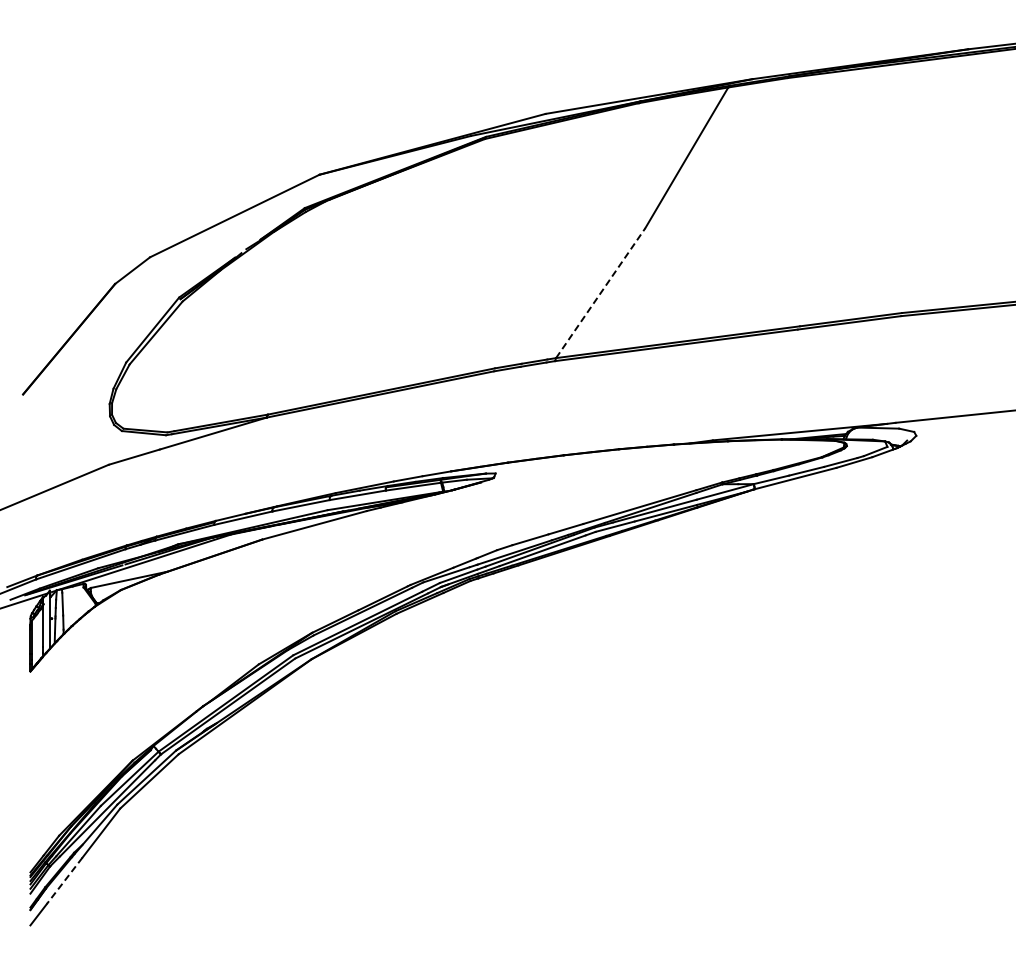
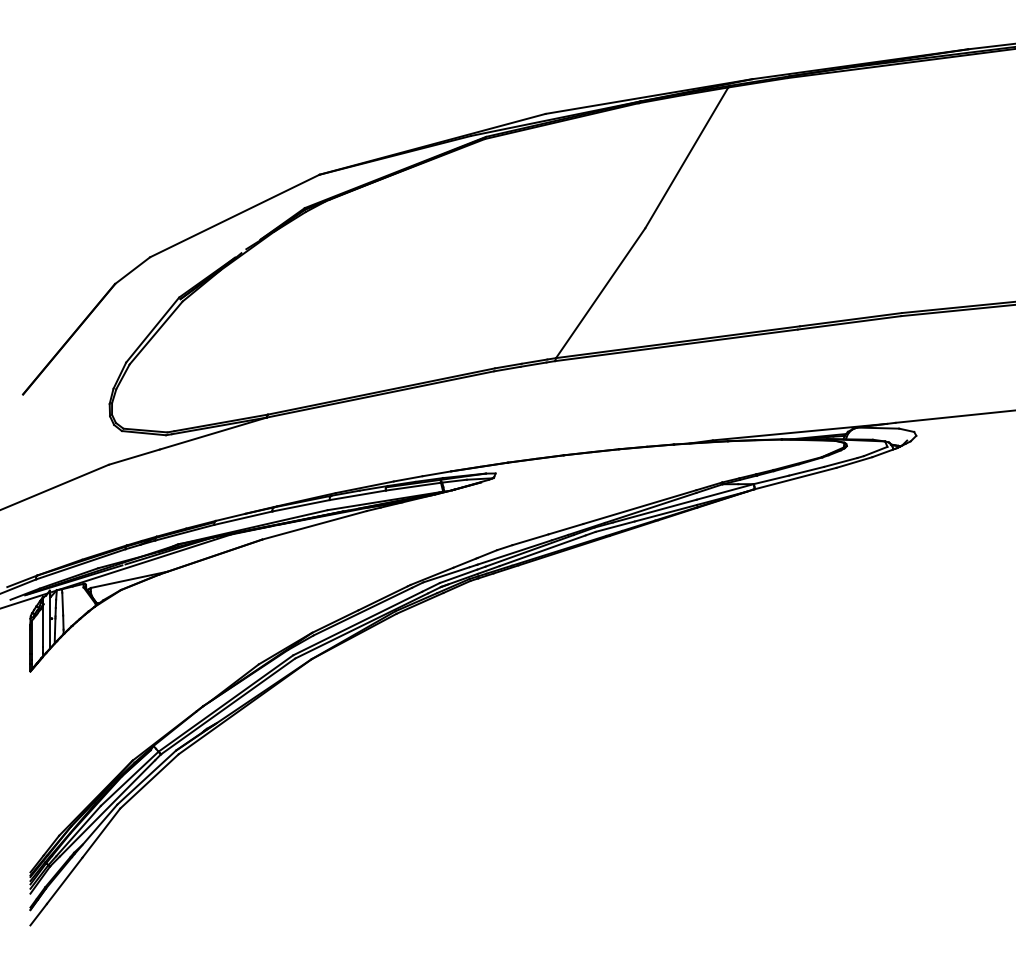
line at (600, 293): dashed -> solid
line at (64, 881): dashed -> solid
